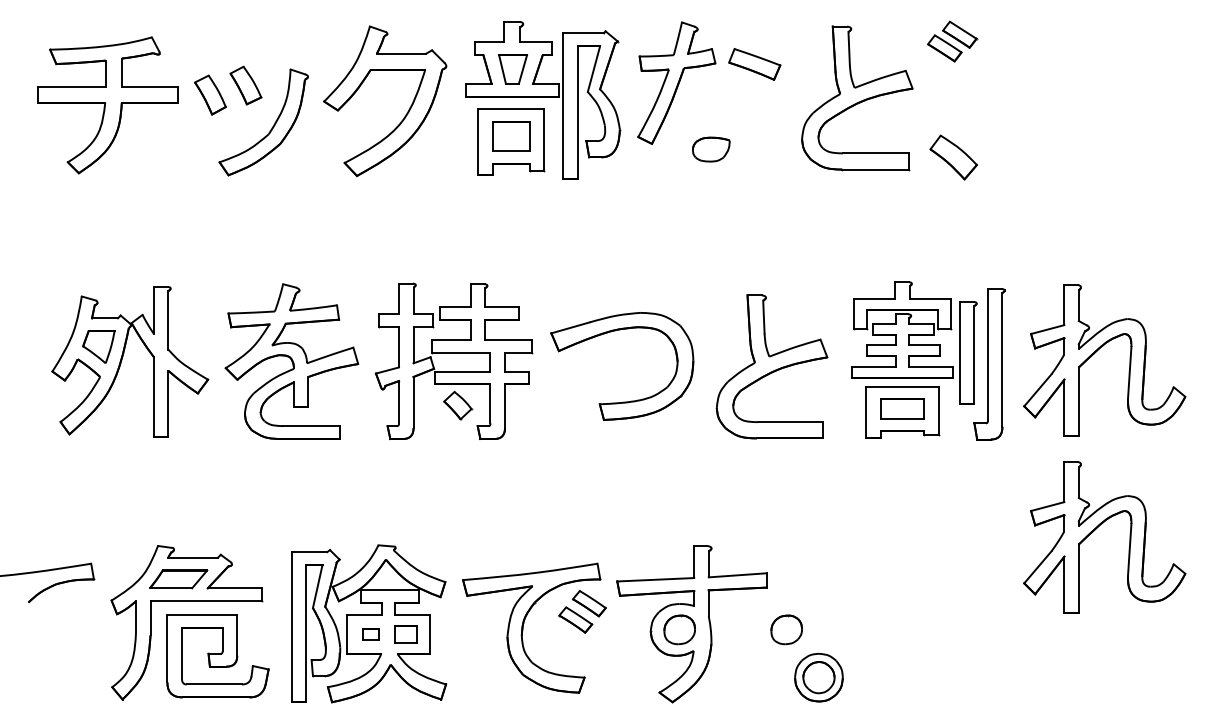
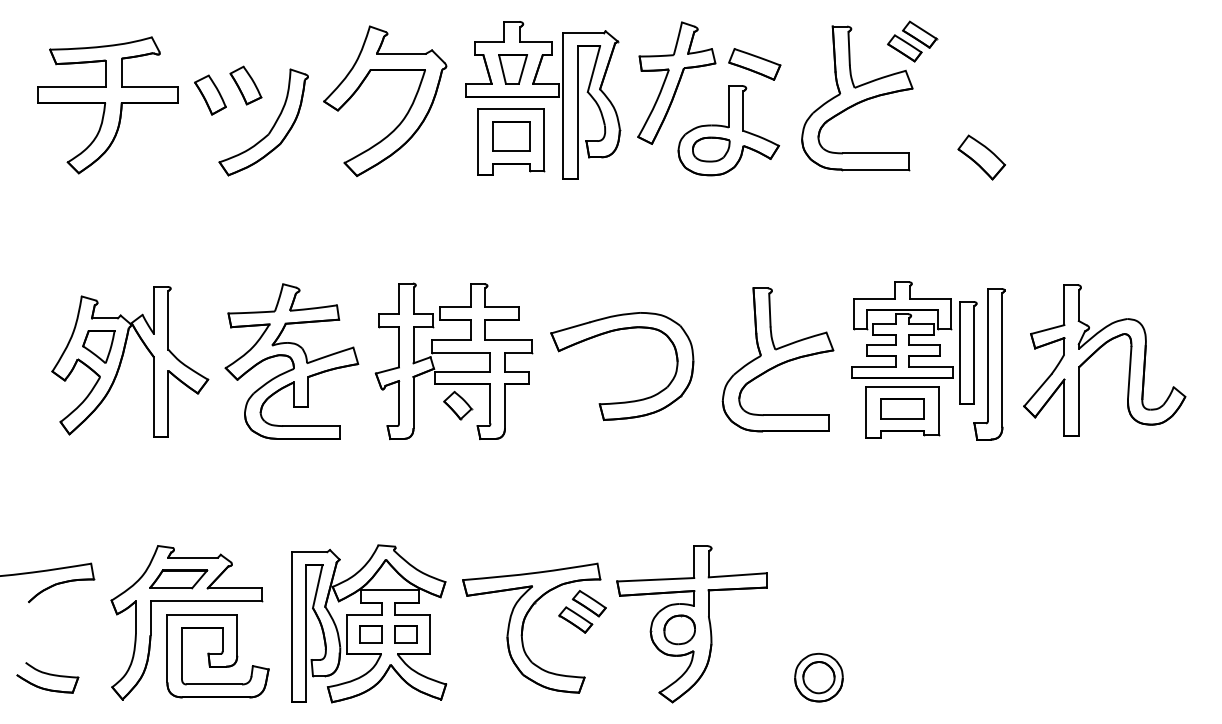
part at (952, 41) position: (952, 41) -> (912, 41)
part at (728, 130): none -> present
part at (953, 157) position: (953, 157) -> (981, 157)
part at (771, 366) position: (771, 366) -> (777, 359)
part at (1096, 529): present -> none
part at (786, 629): present -> none
part at (370, 634) size: 18x13 px -> 24x19 px
part at (47, 677): none -> present
